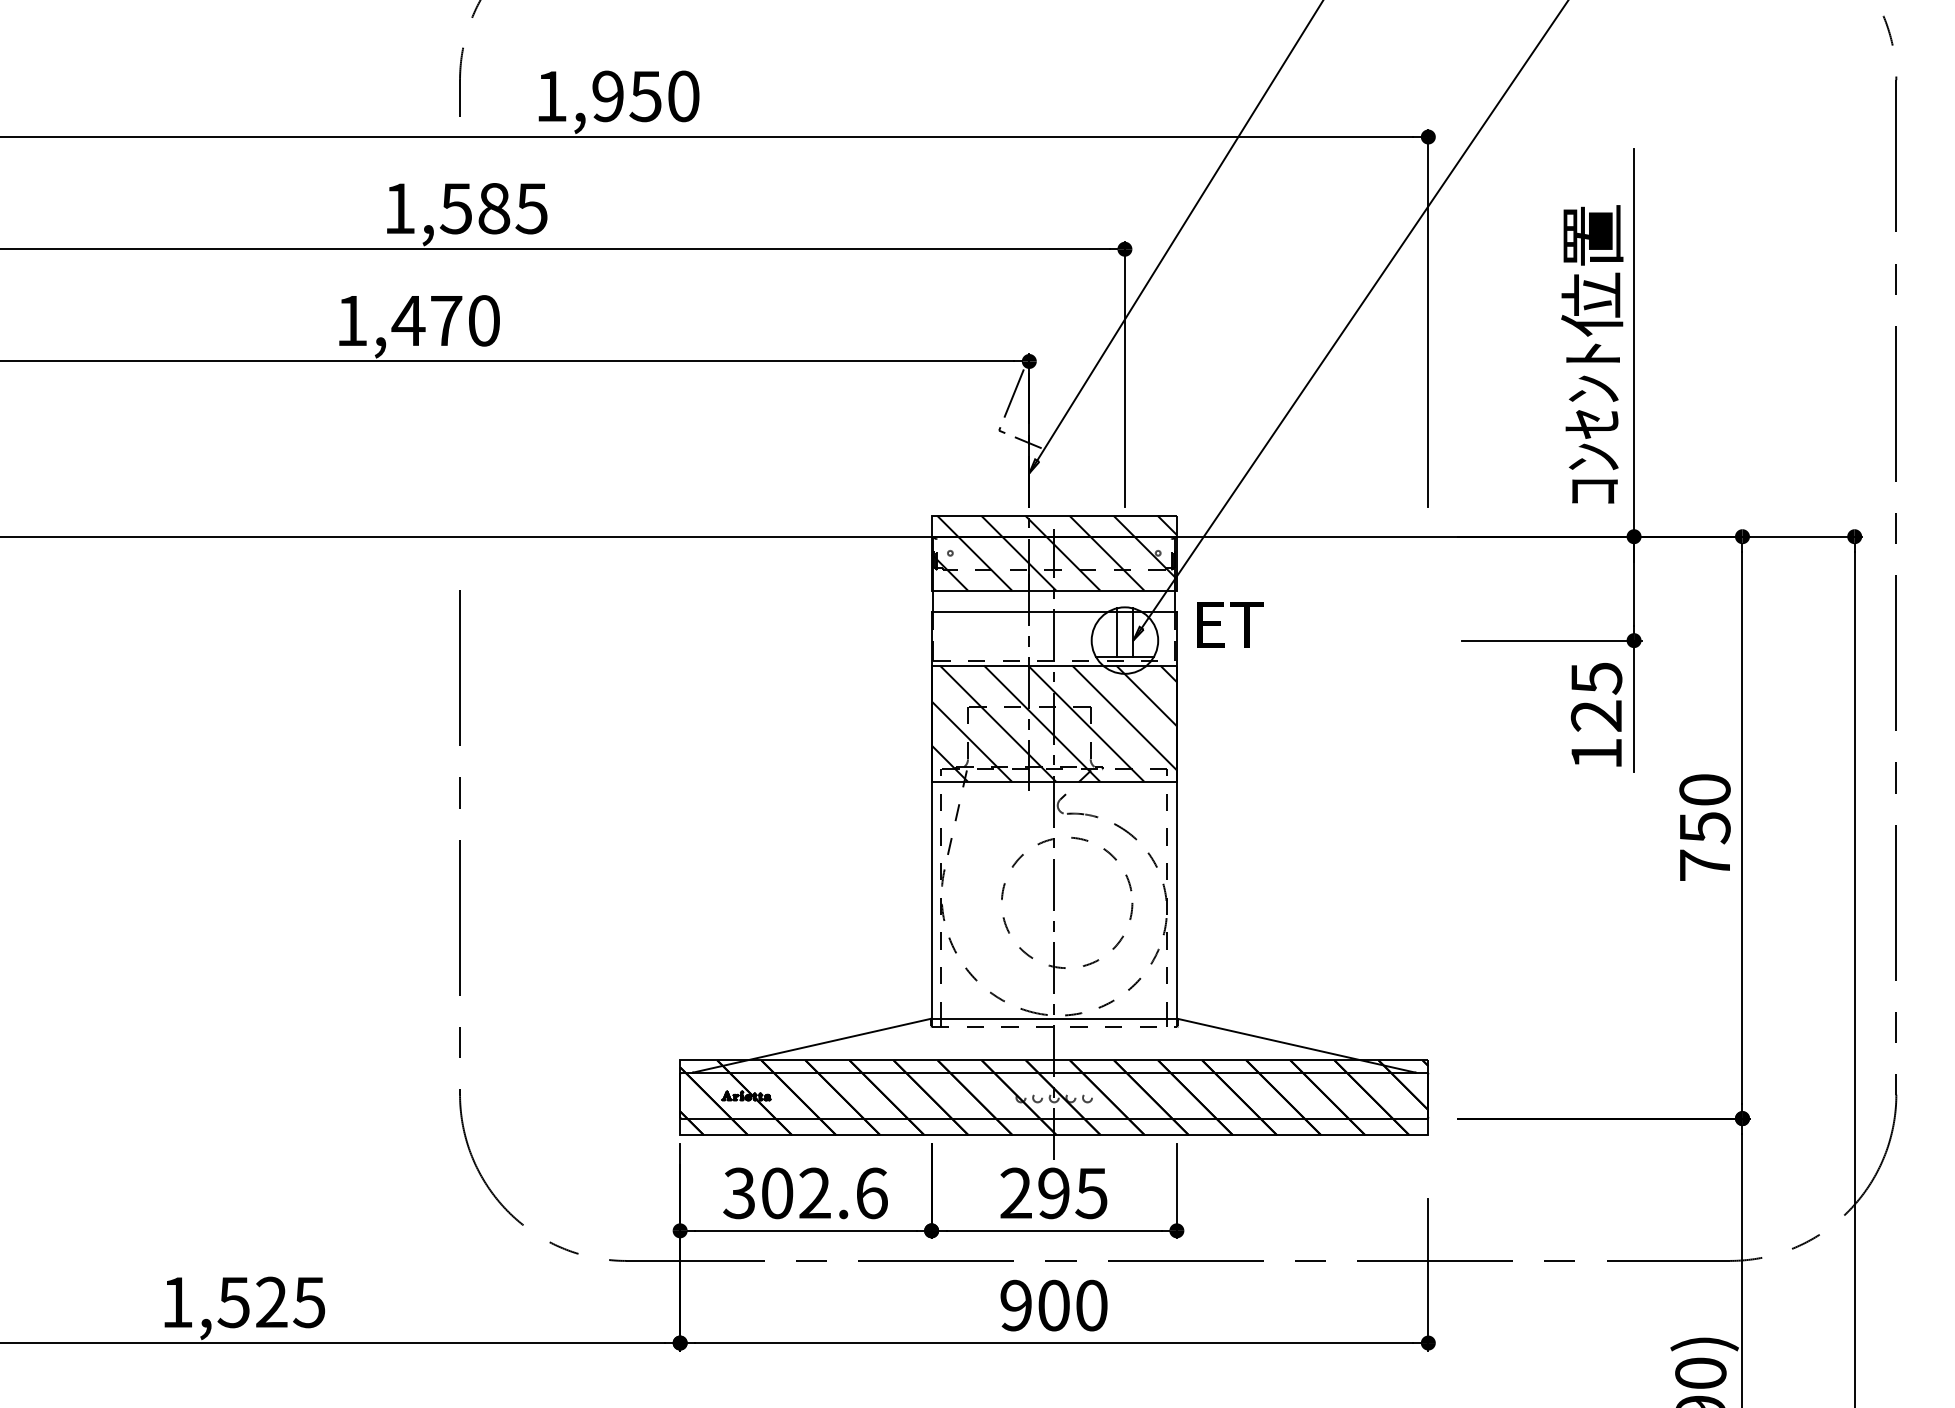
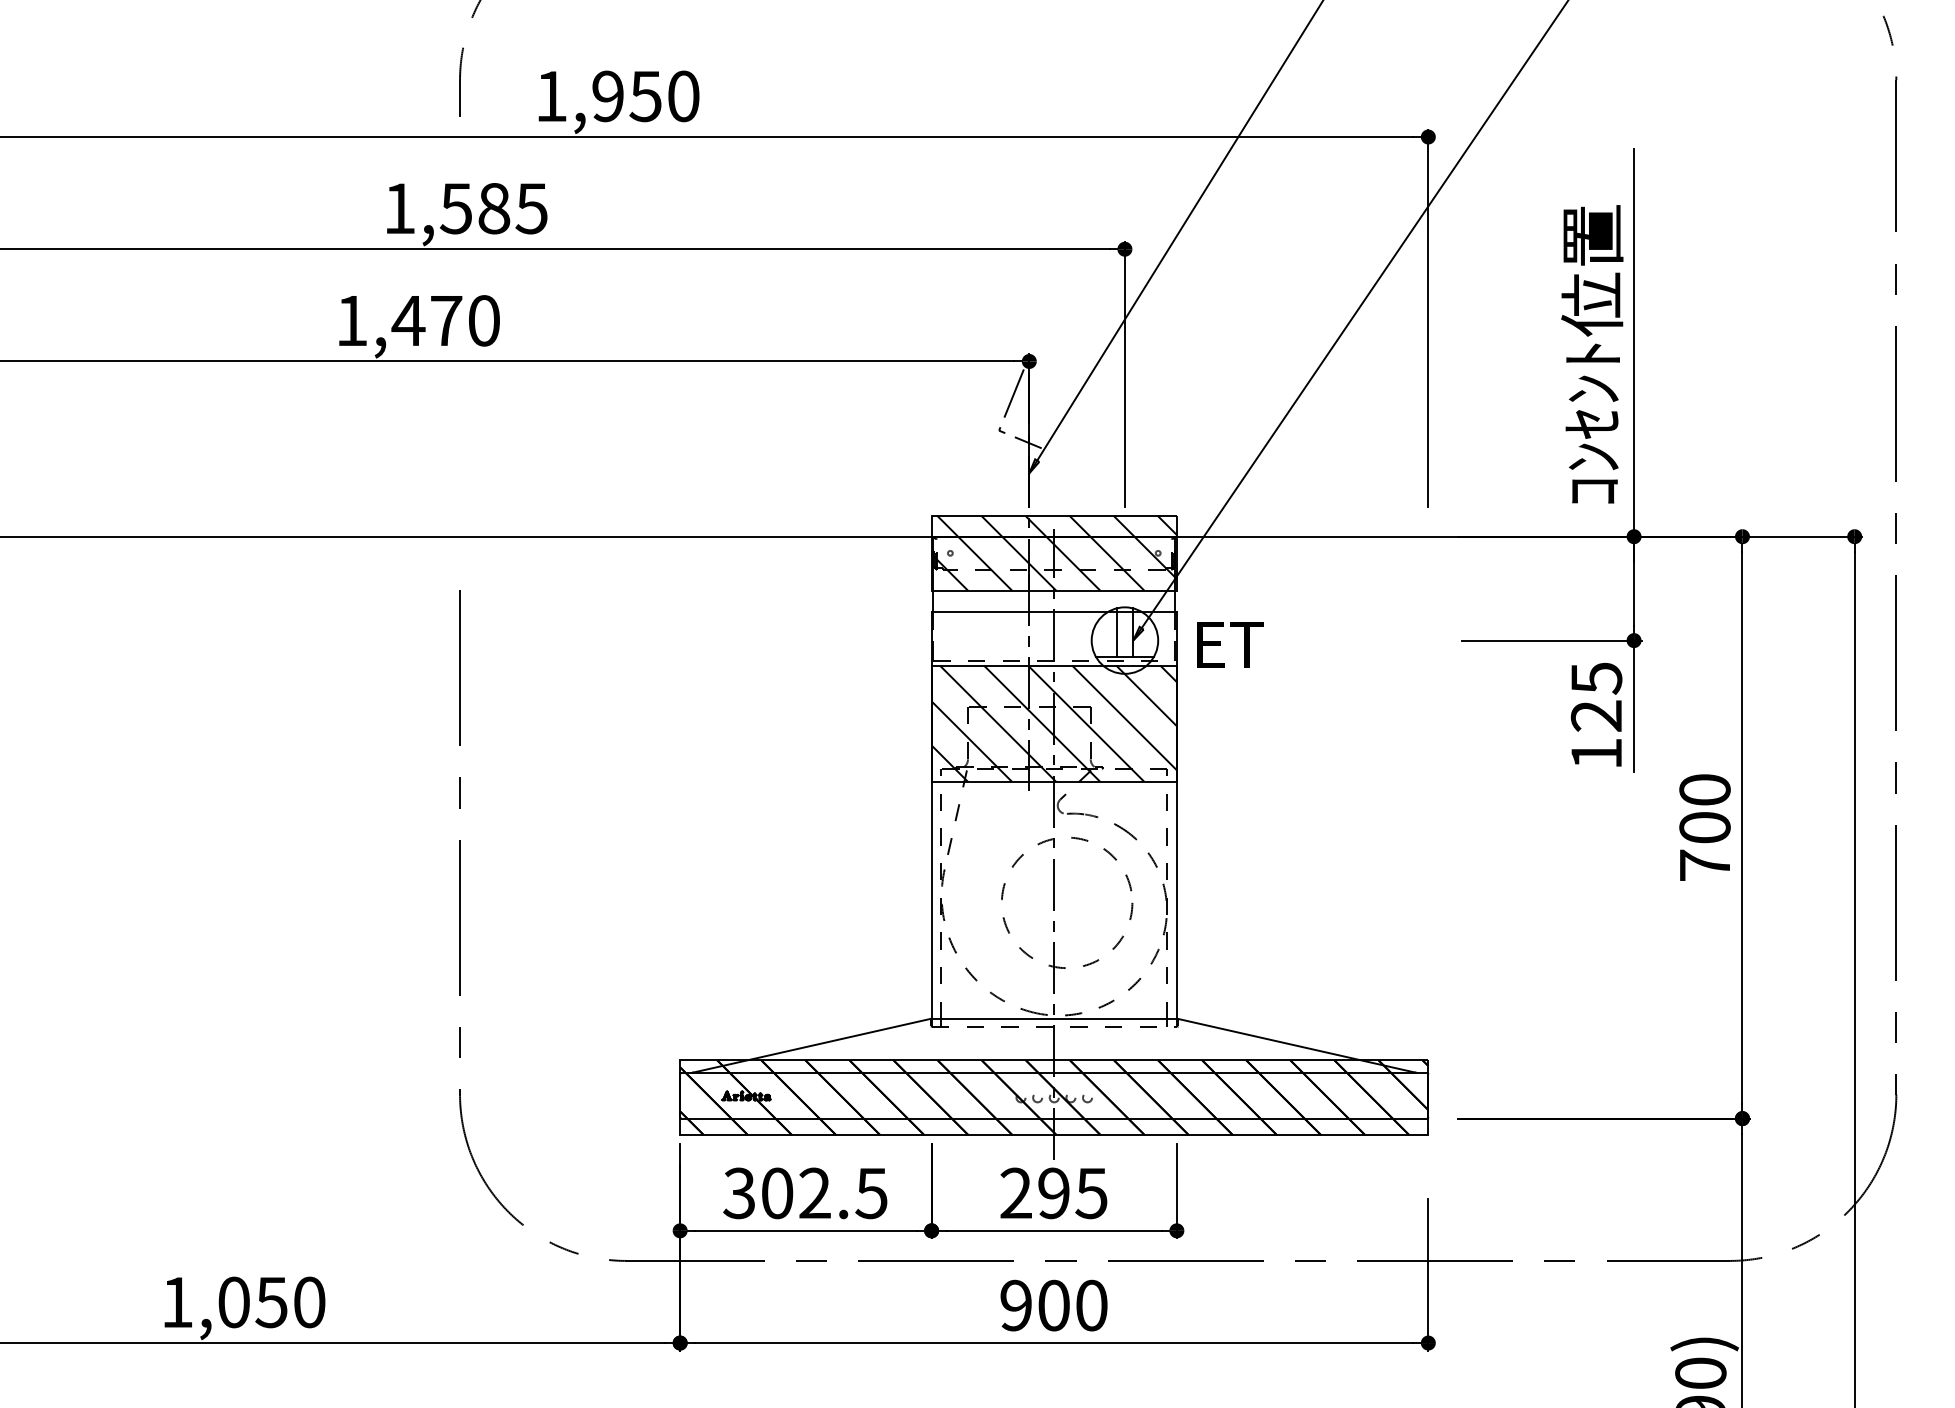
text at (1230, 624) position: (1230, 624) -> (1230, 644)
text at (1704, 828): 750 -> 700
text at (871, 1193): 302.6 -> 302.5
text at (271, 1302): 1,525 -> 1,050
